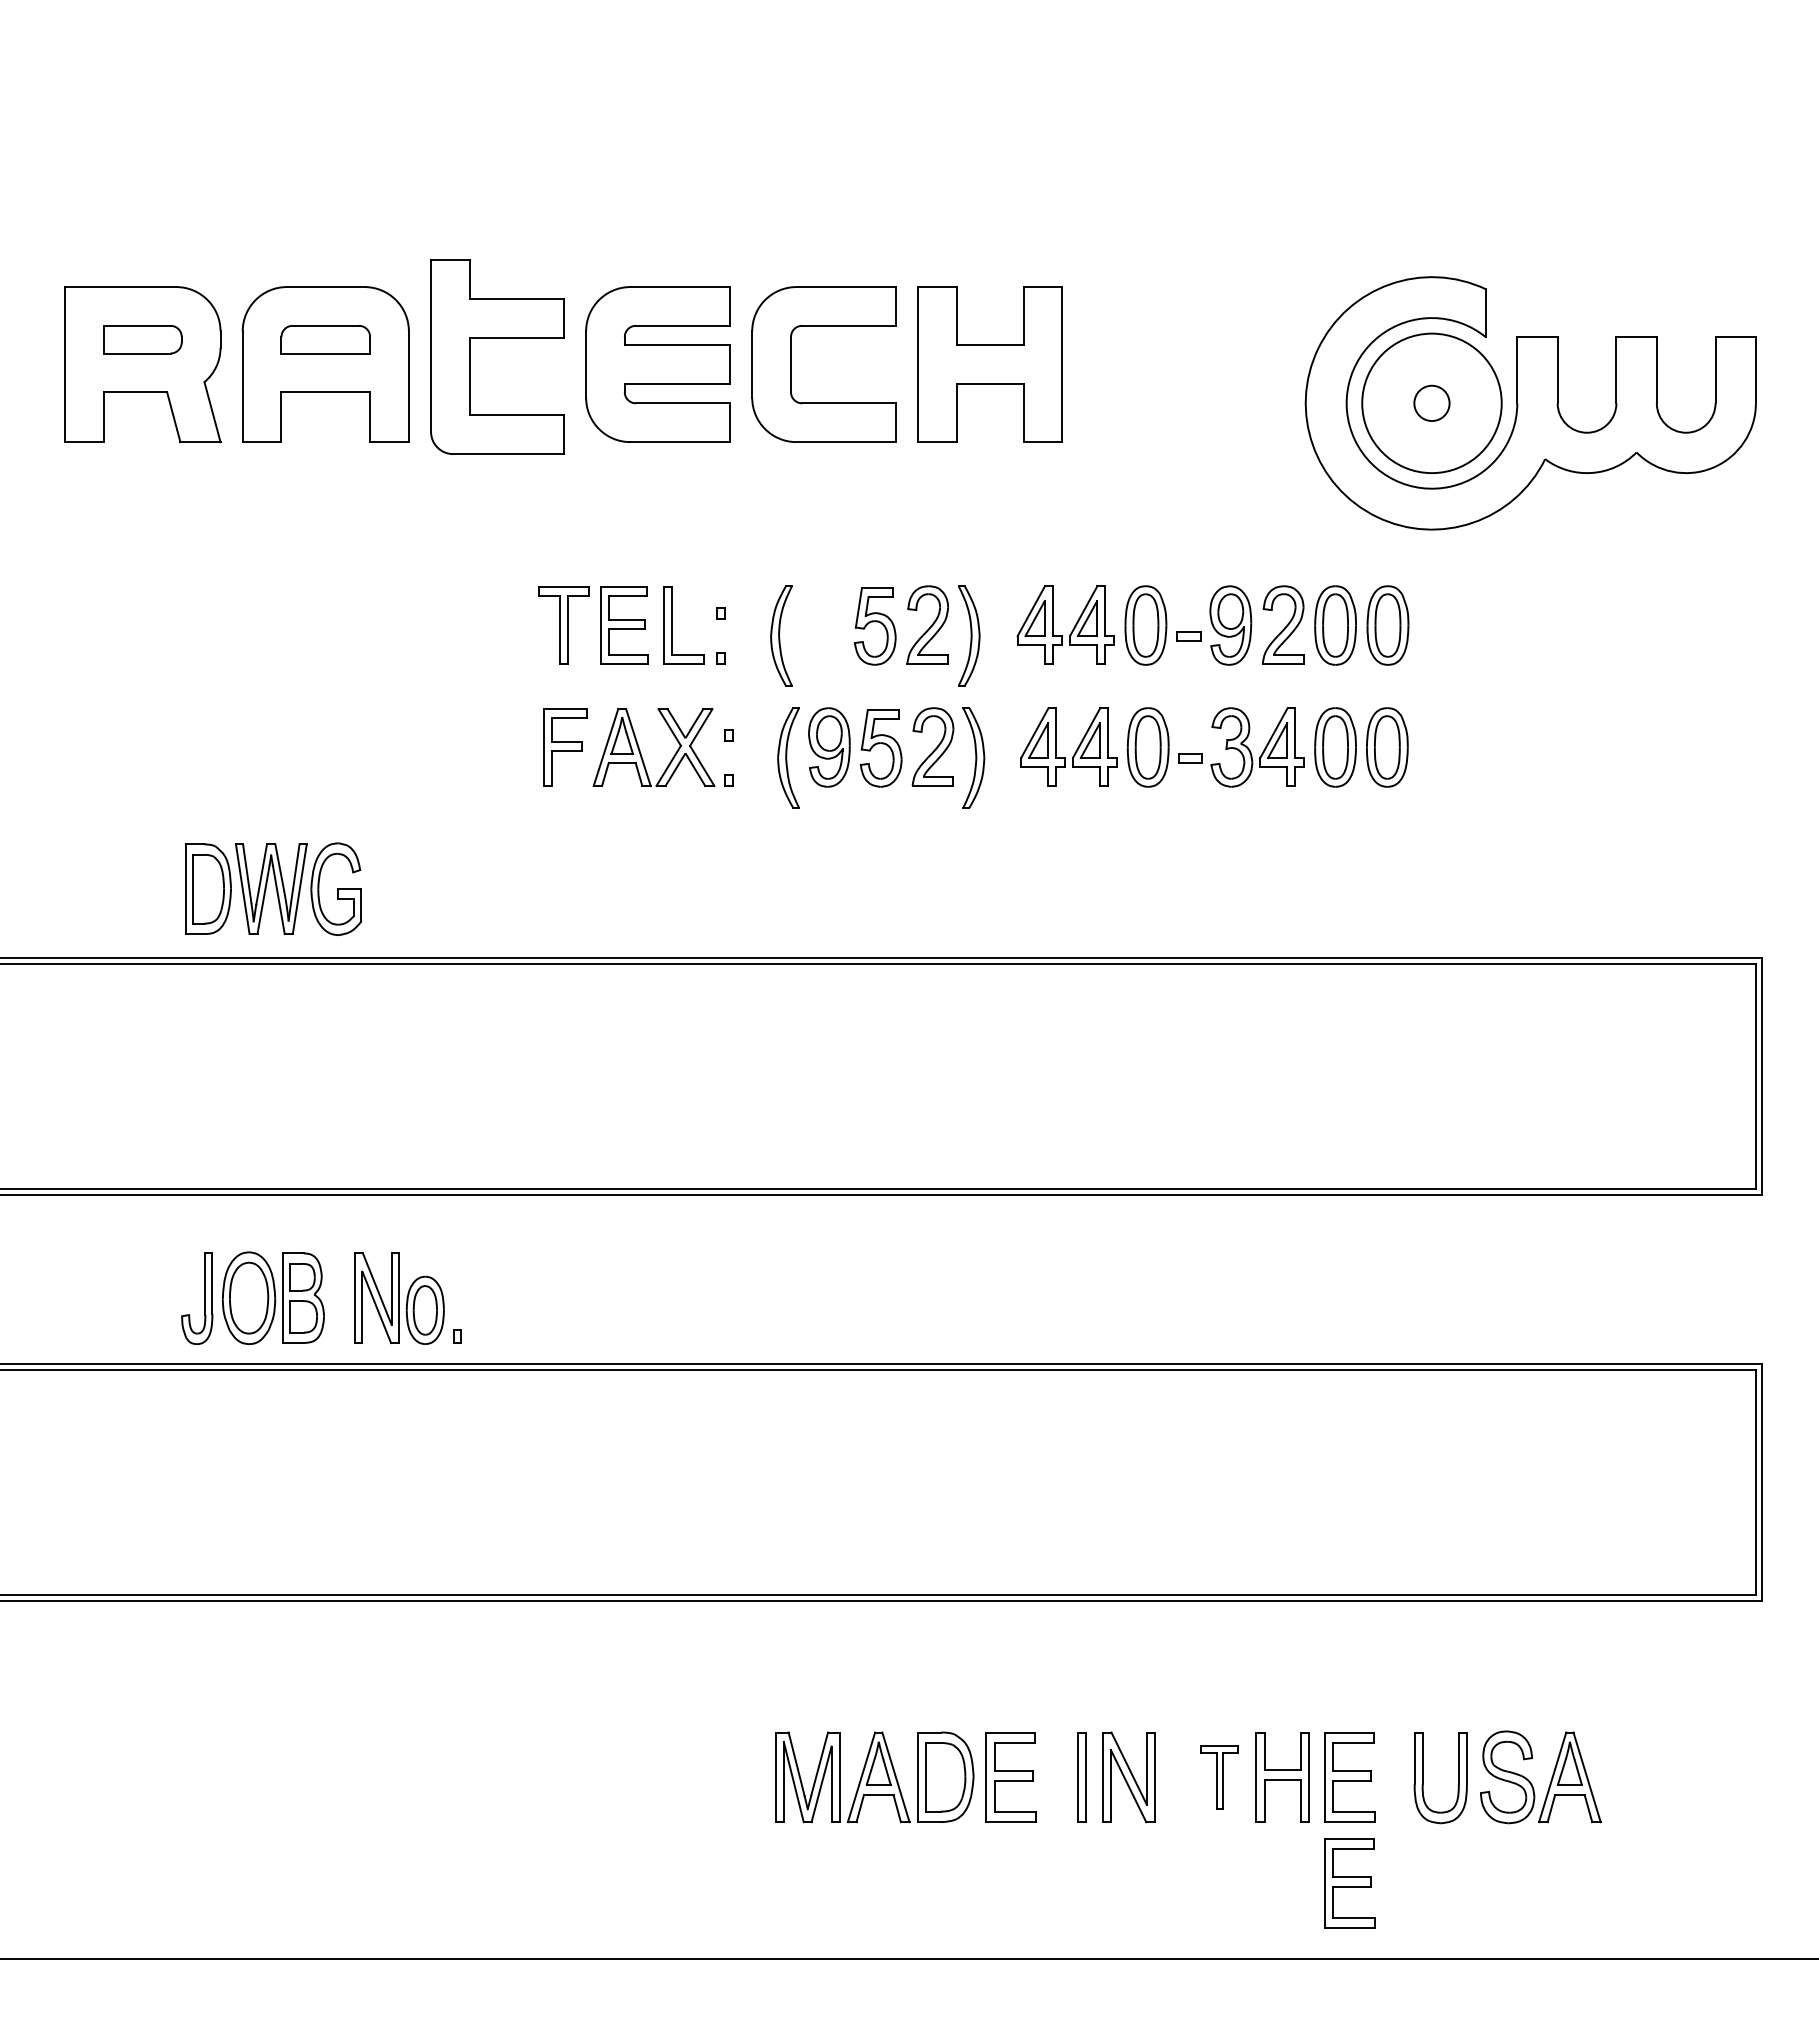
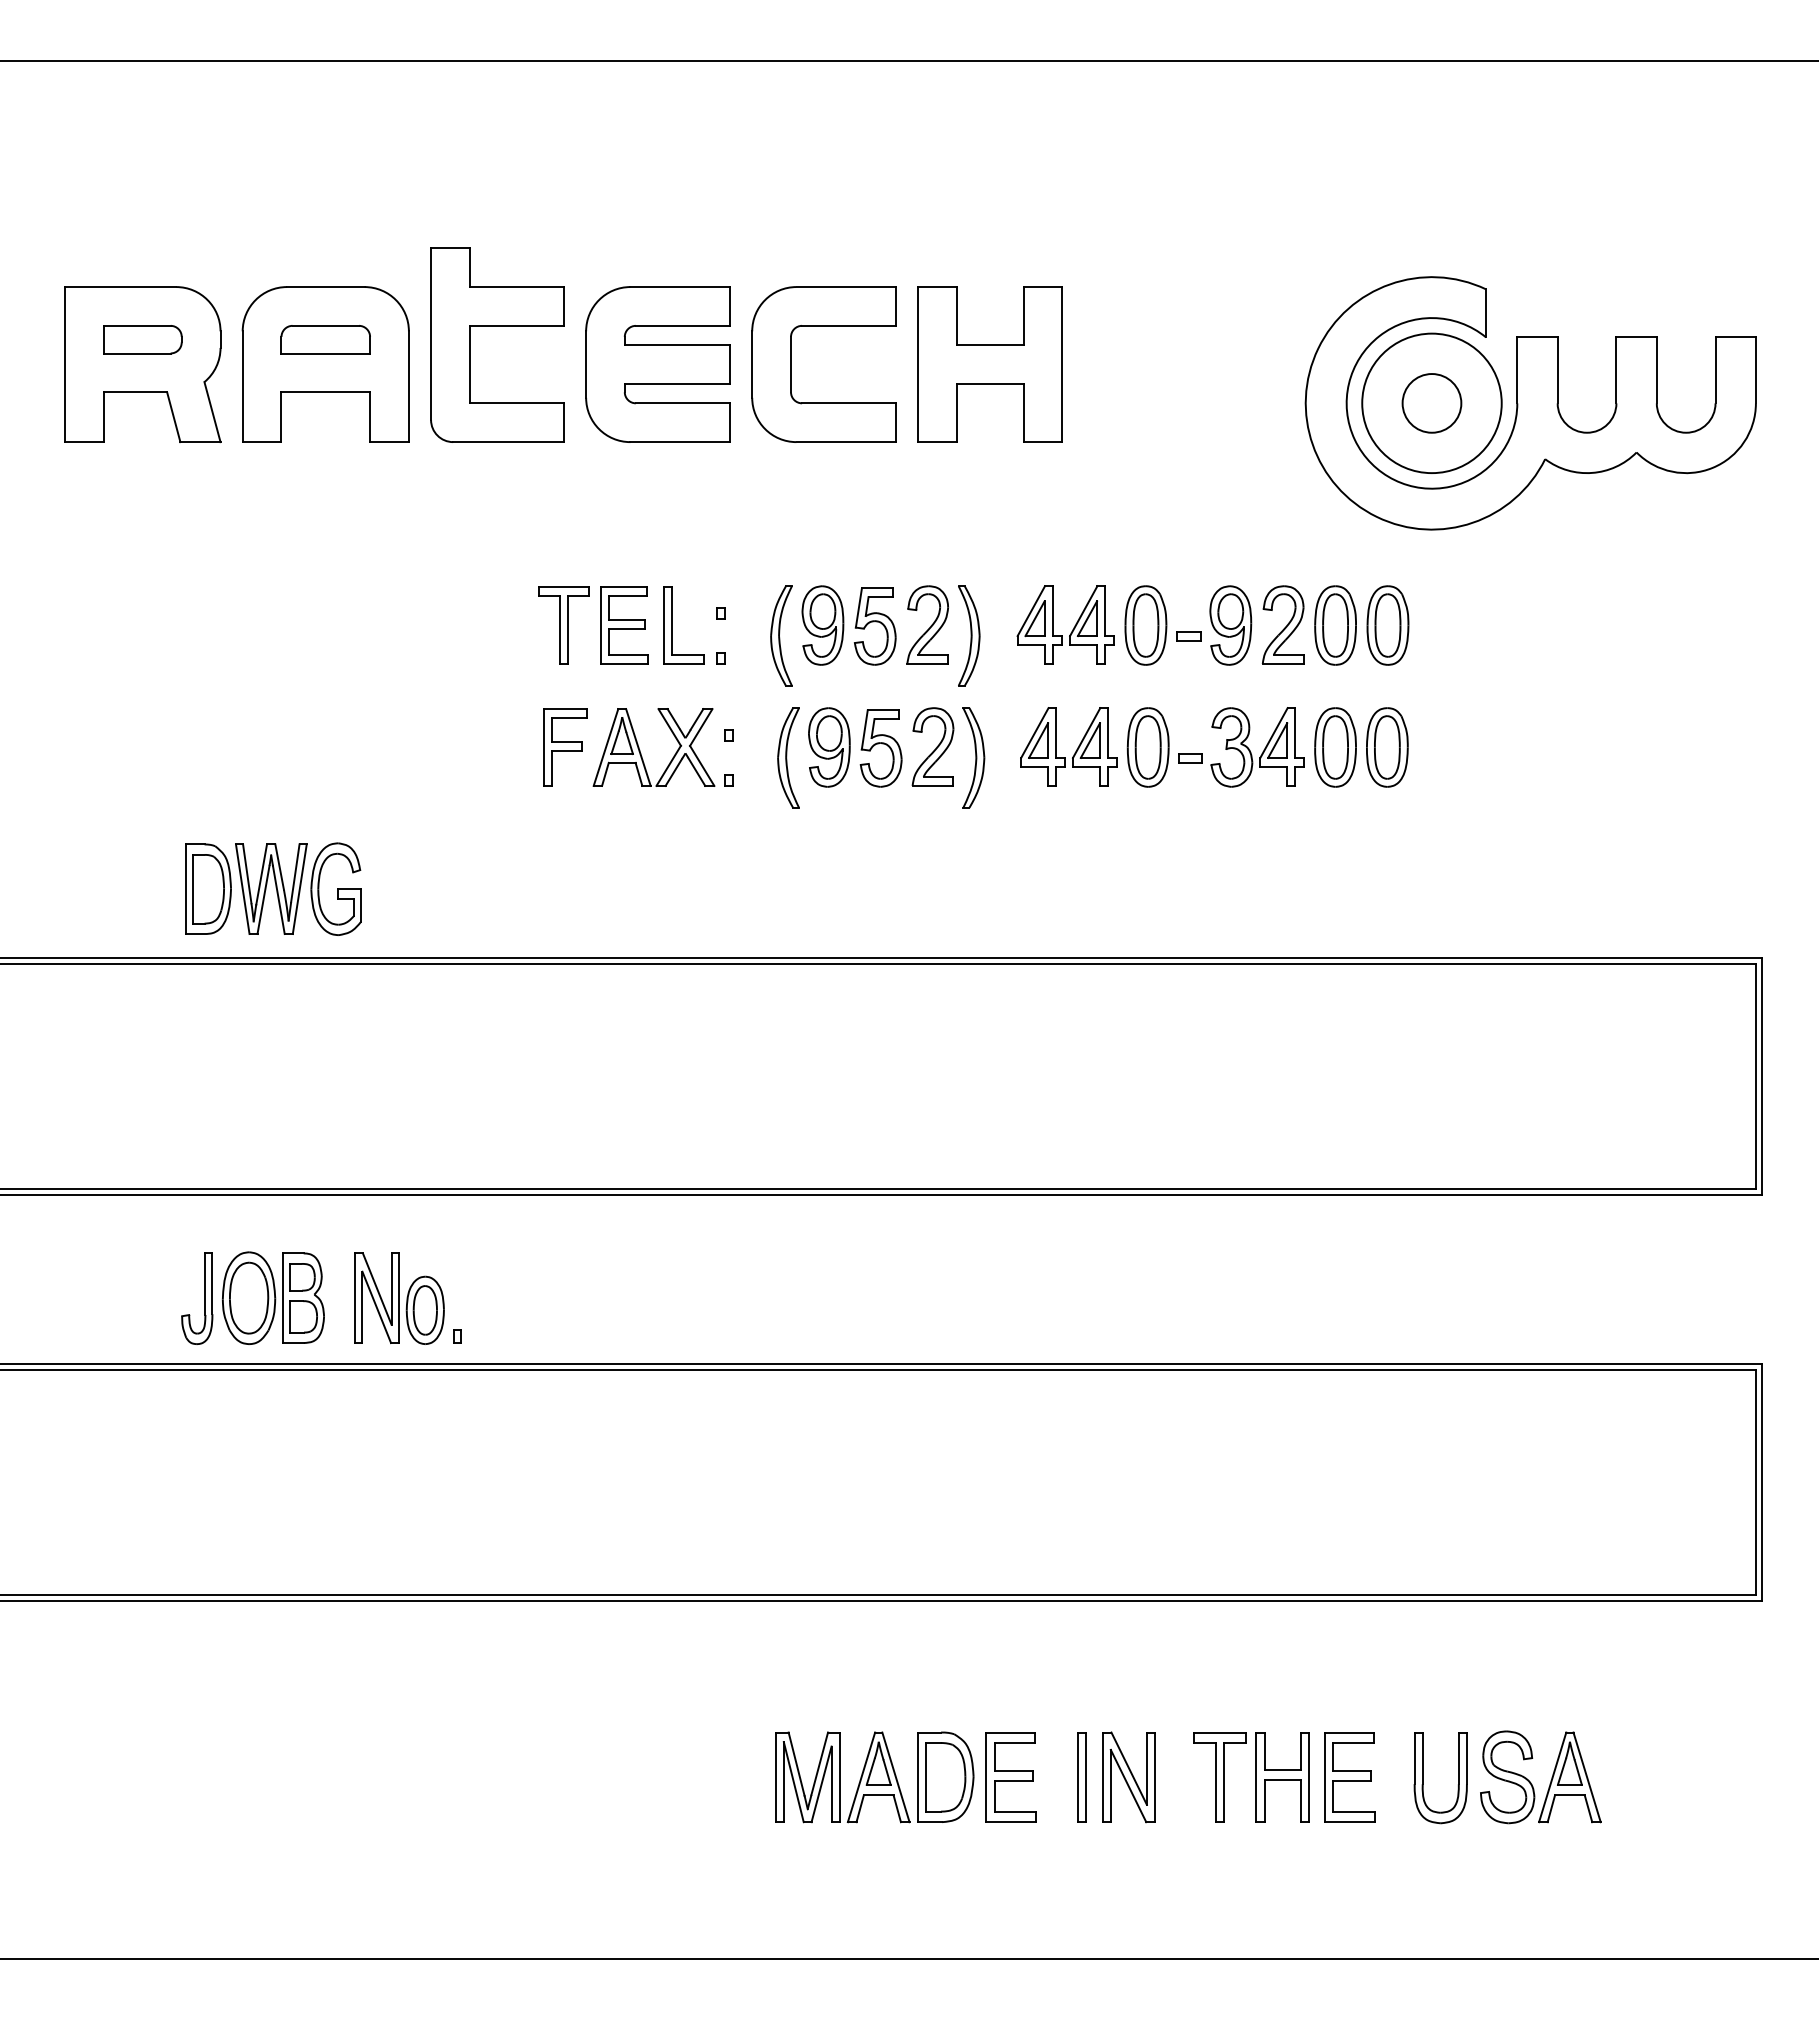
line at (908, 60): none -> present
part at (497, 338) position: (497, 338) -> (497, 326)
circle at (1431, 403) diameter: 35 px -> 59 px
part at (822, 625): none -> present
part at (1219, 1777) size: 39x65 px -> 54x91 px
part at (1349, 1883): present -> none
